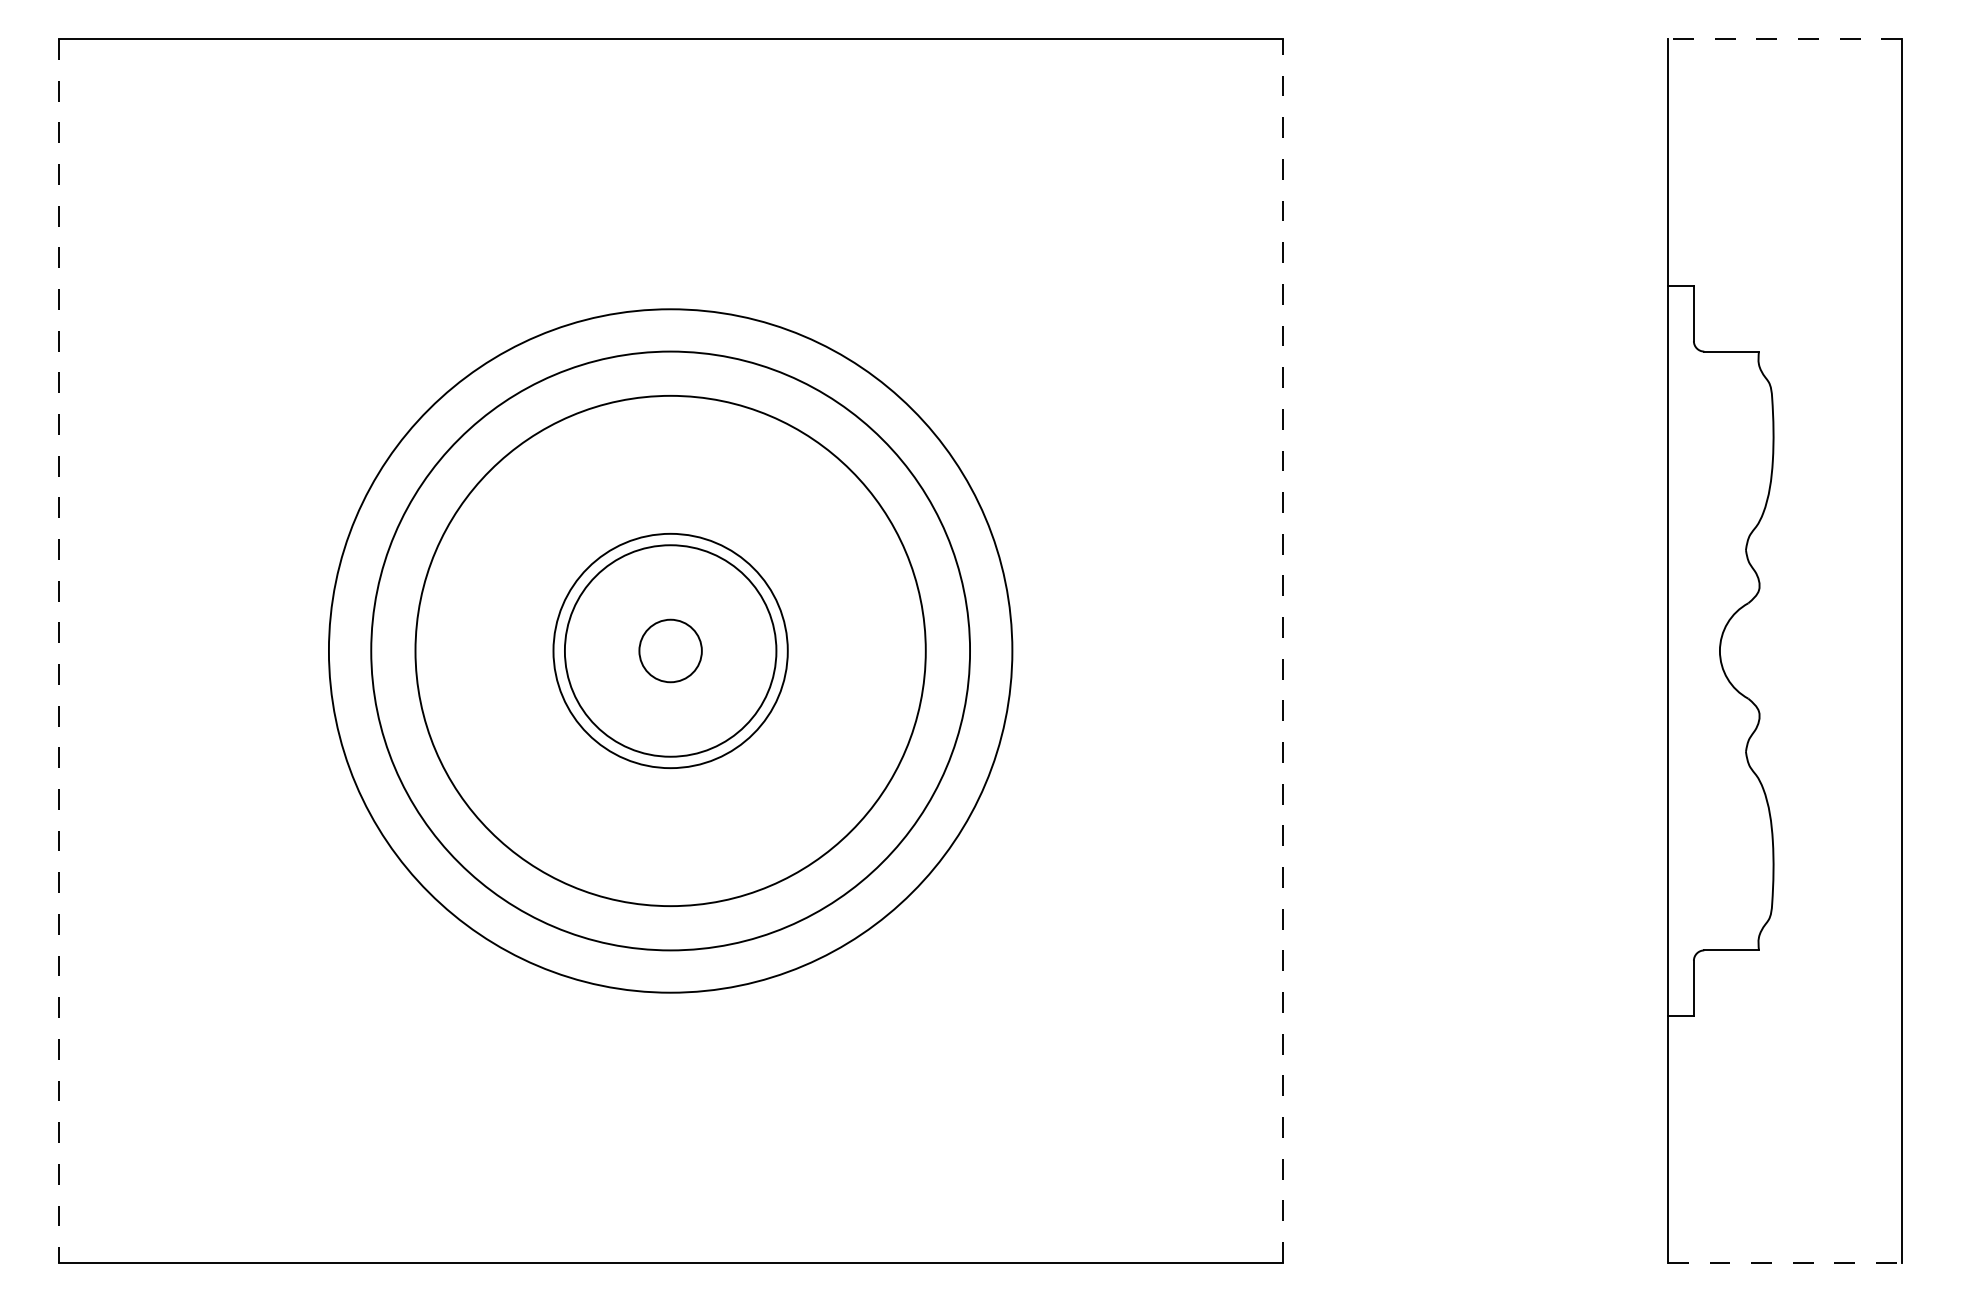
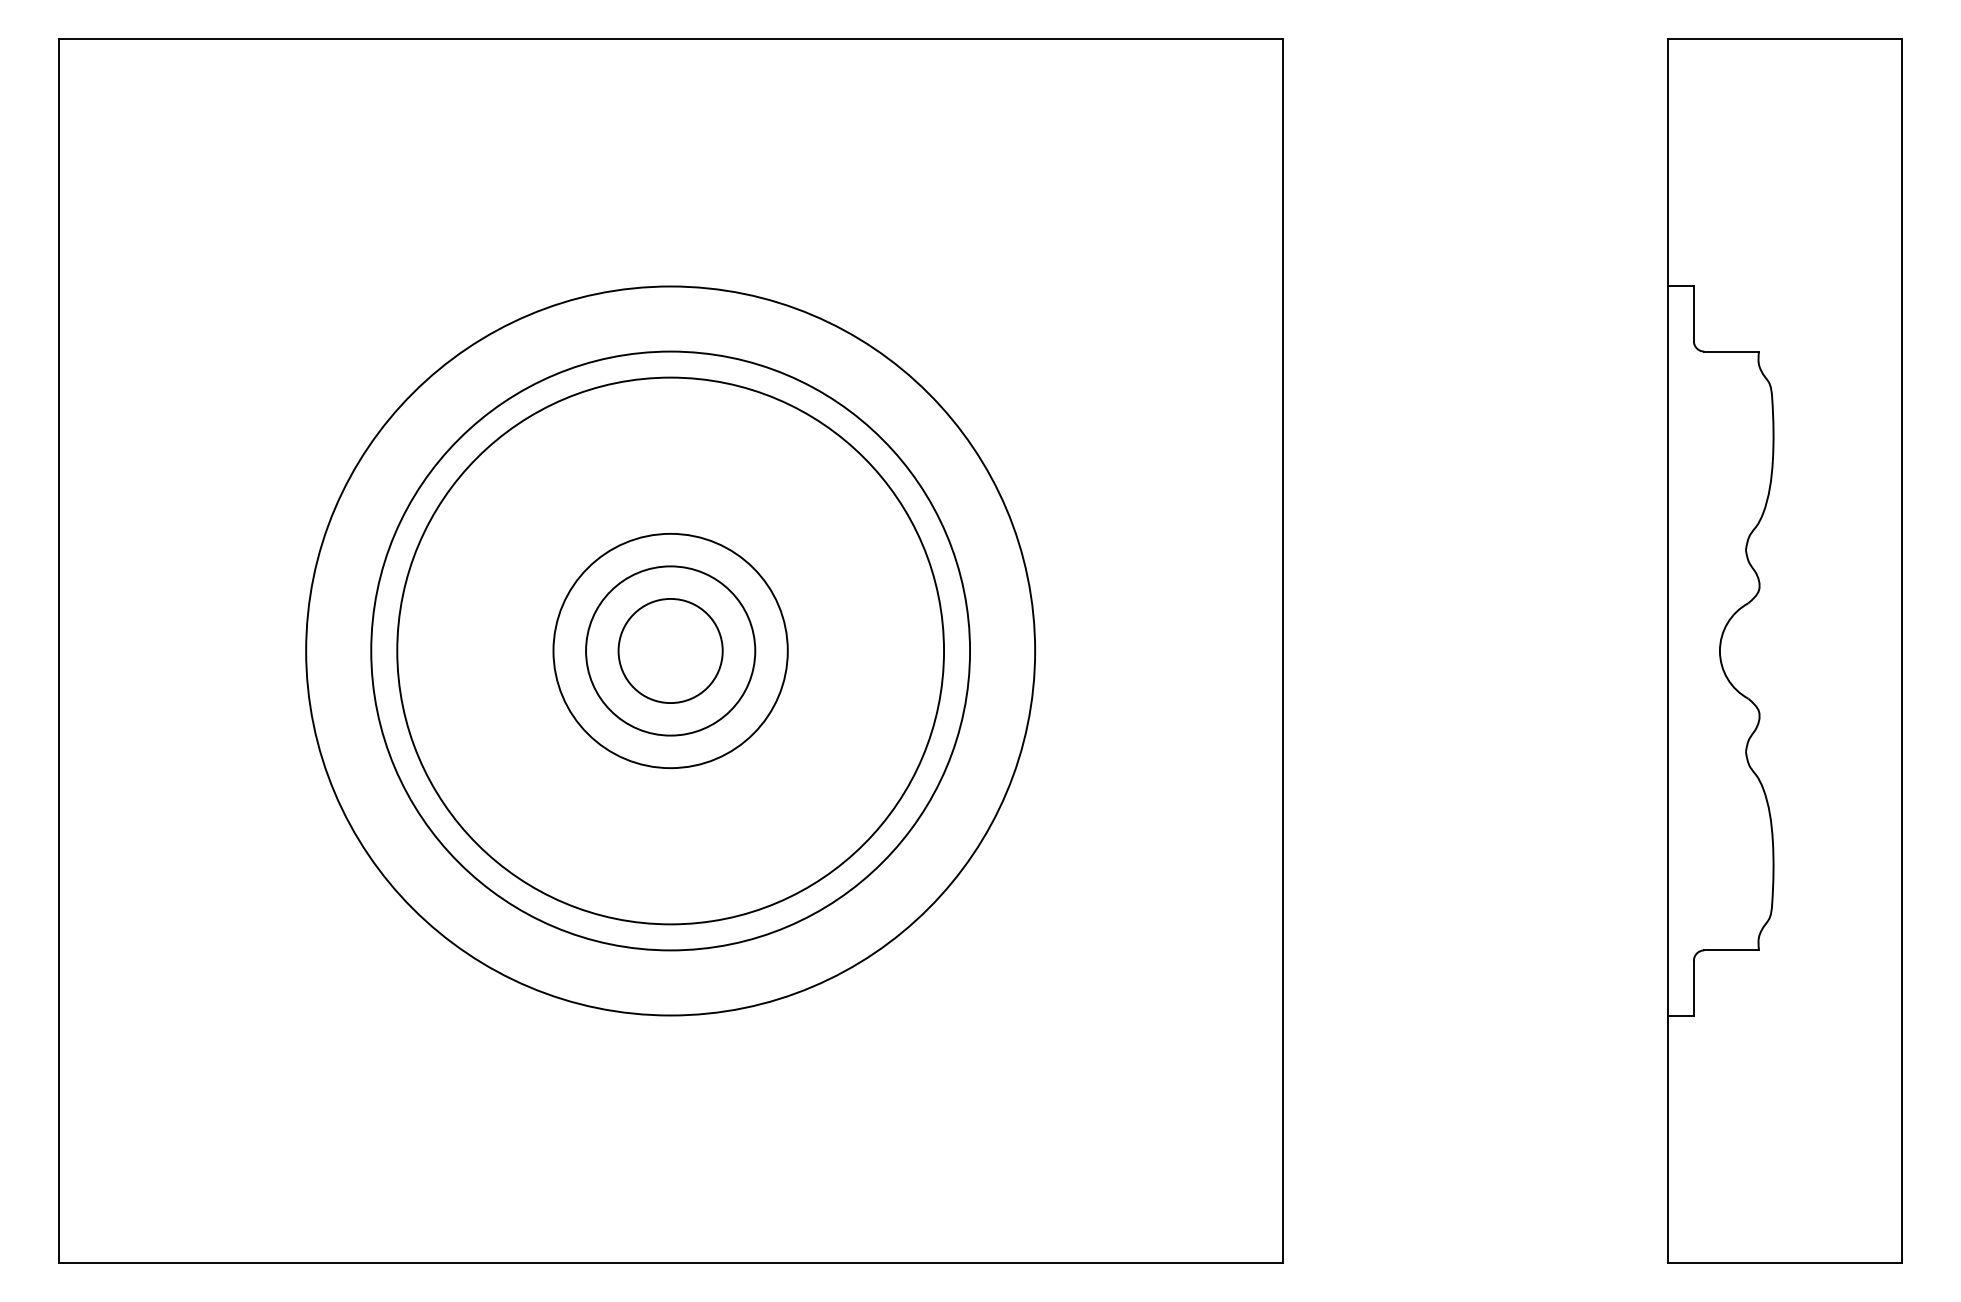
line at (1784, 39): dashed -> solid
circle at (670, 650) diameter: 212 px -> 169 px
circle at (670, 650) diameter: 510 px -> 729 px
circle at (670, 650) diameter: 62 px -> 104 px
circle at (670, 650) diameter: 683 px -> 547 px
line at (58, 651): dashed -> solid
line at (1282, 651): dashed -> solid
line at (1785, 1262): dashed -> solid
